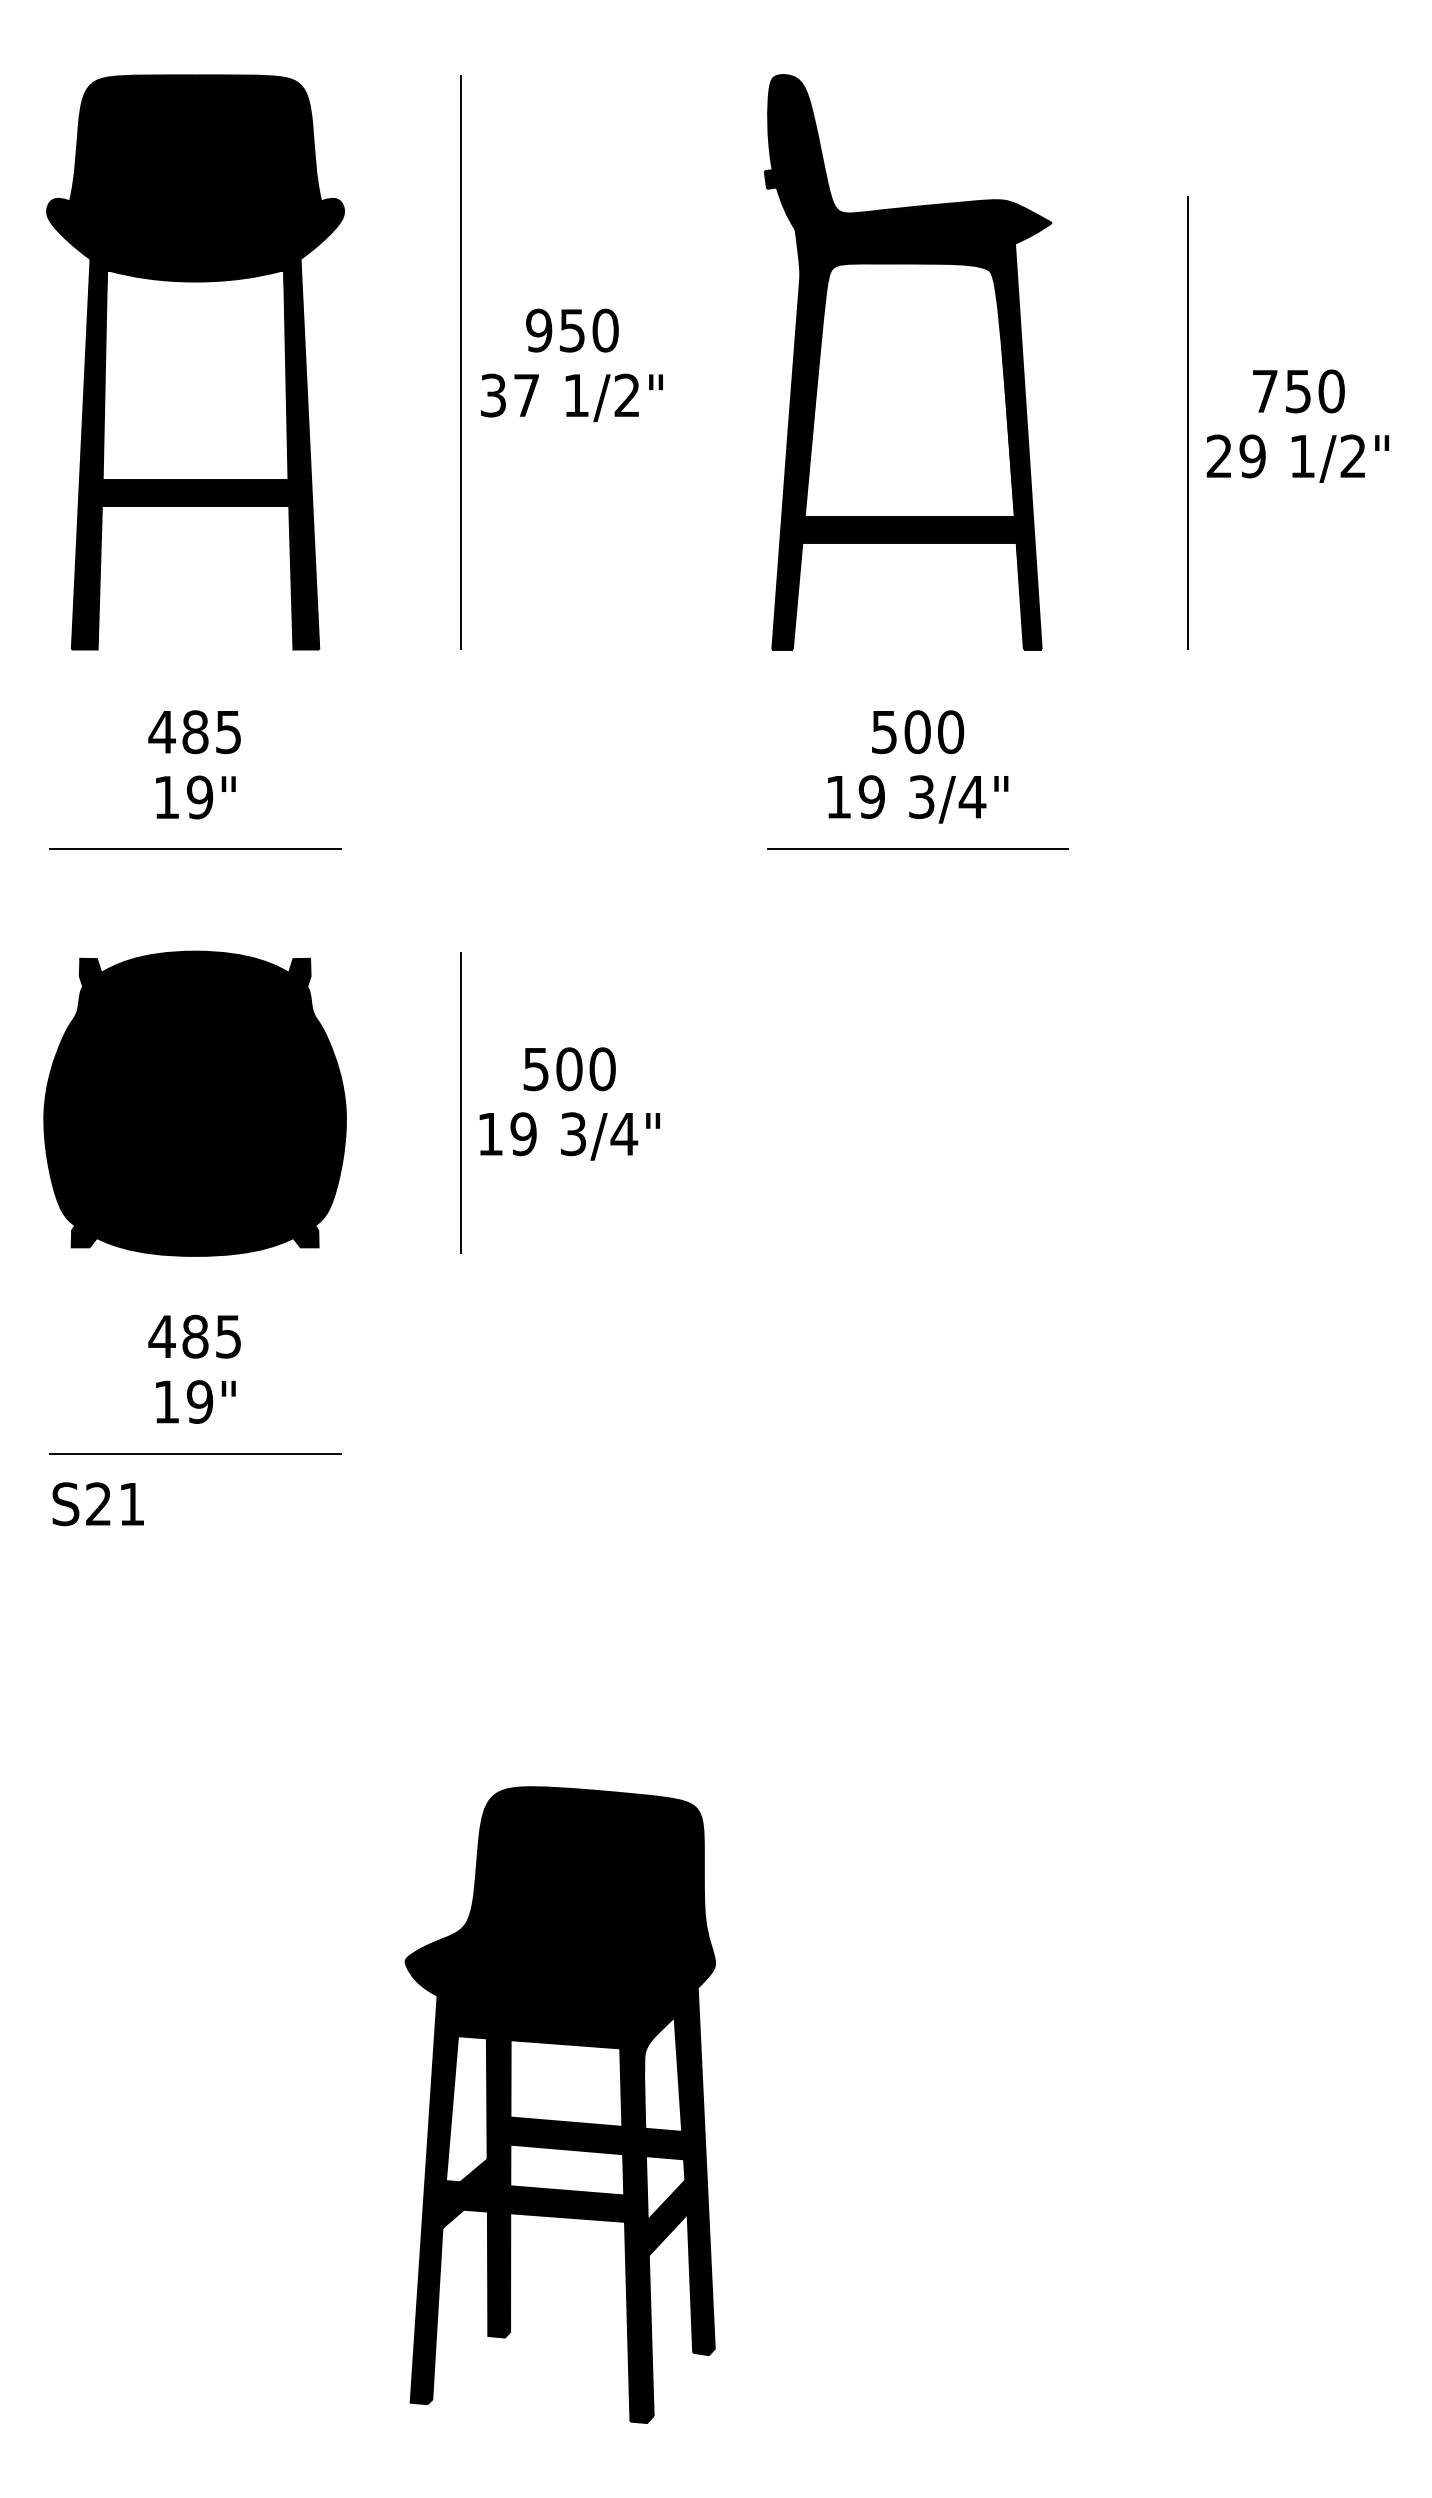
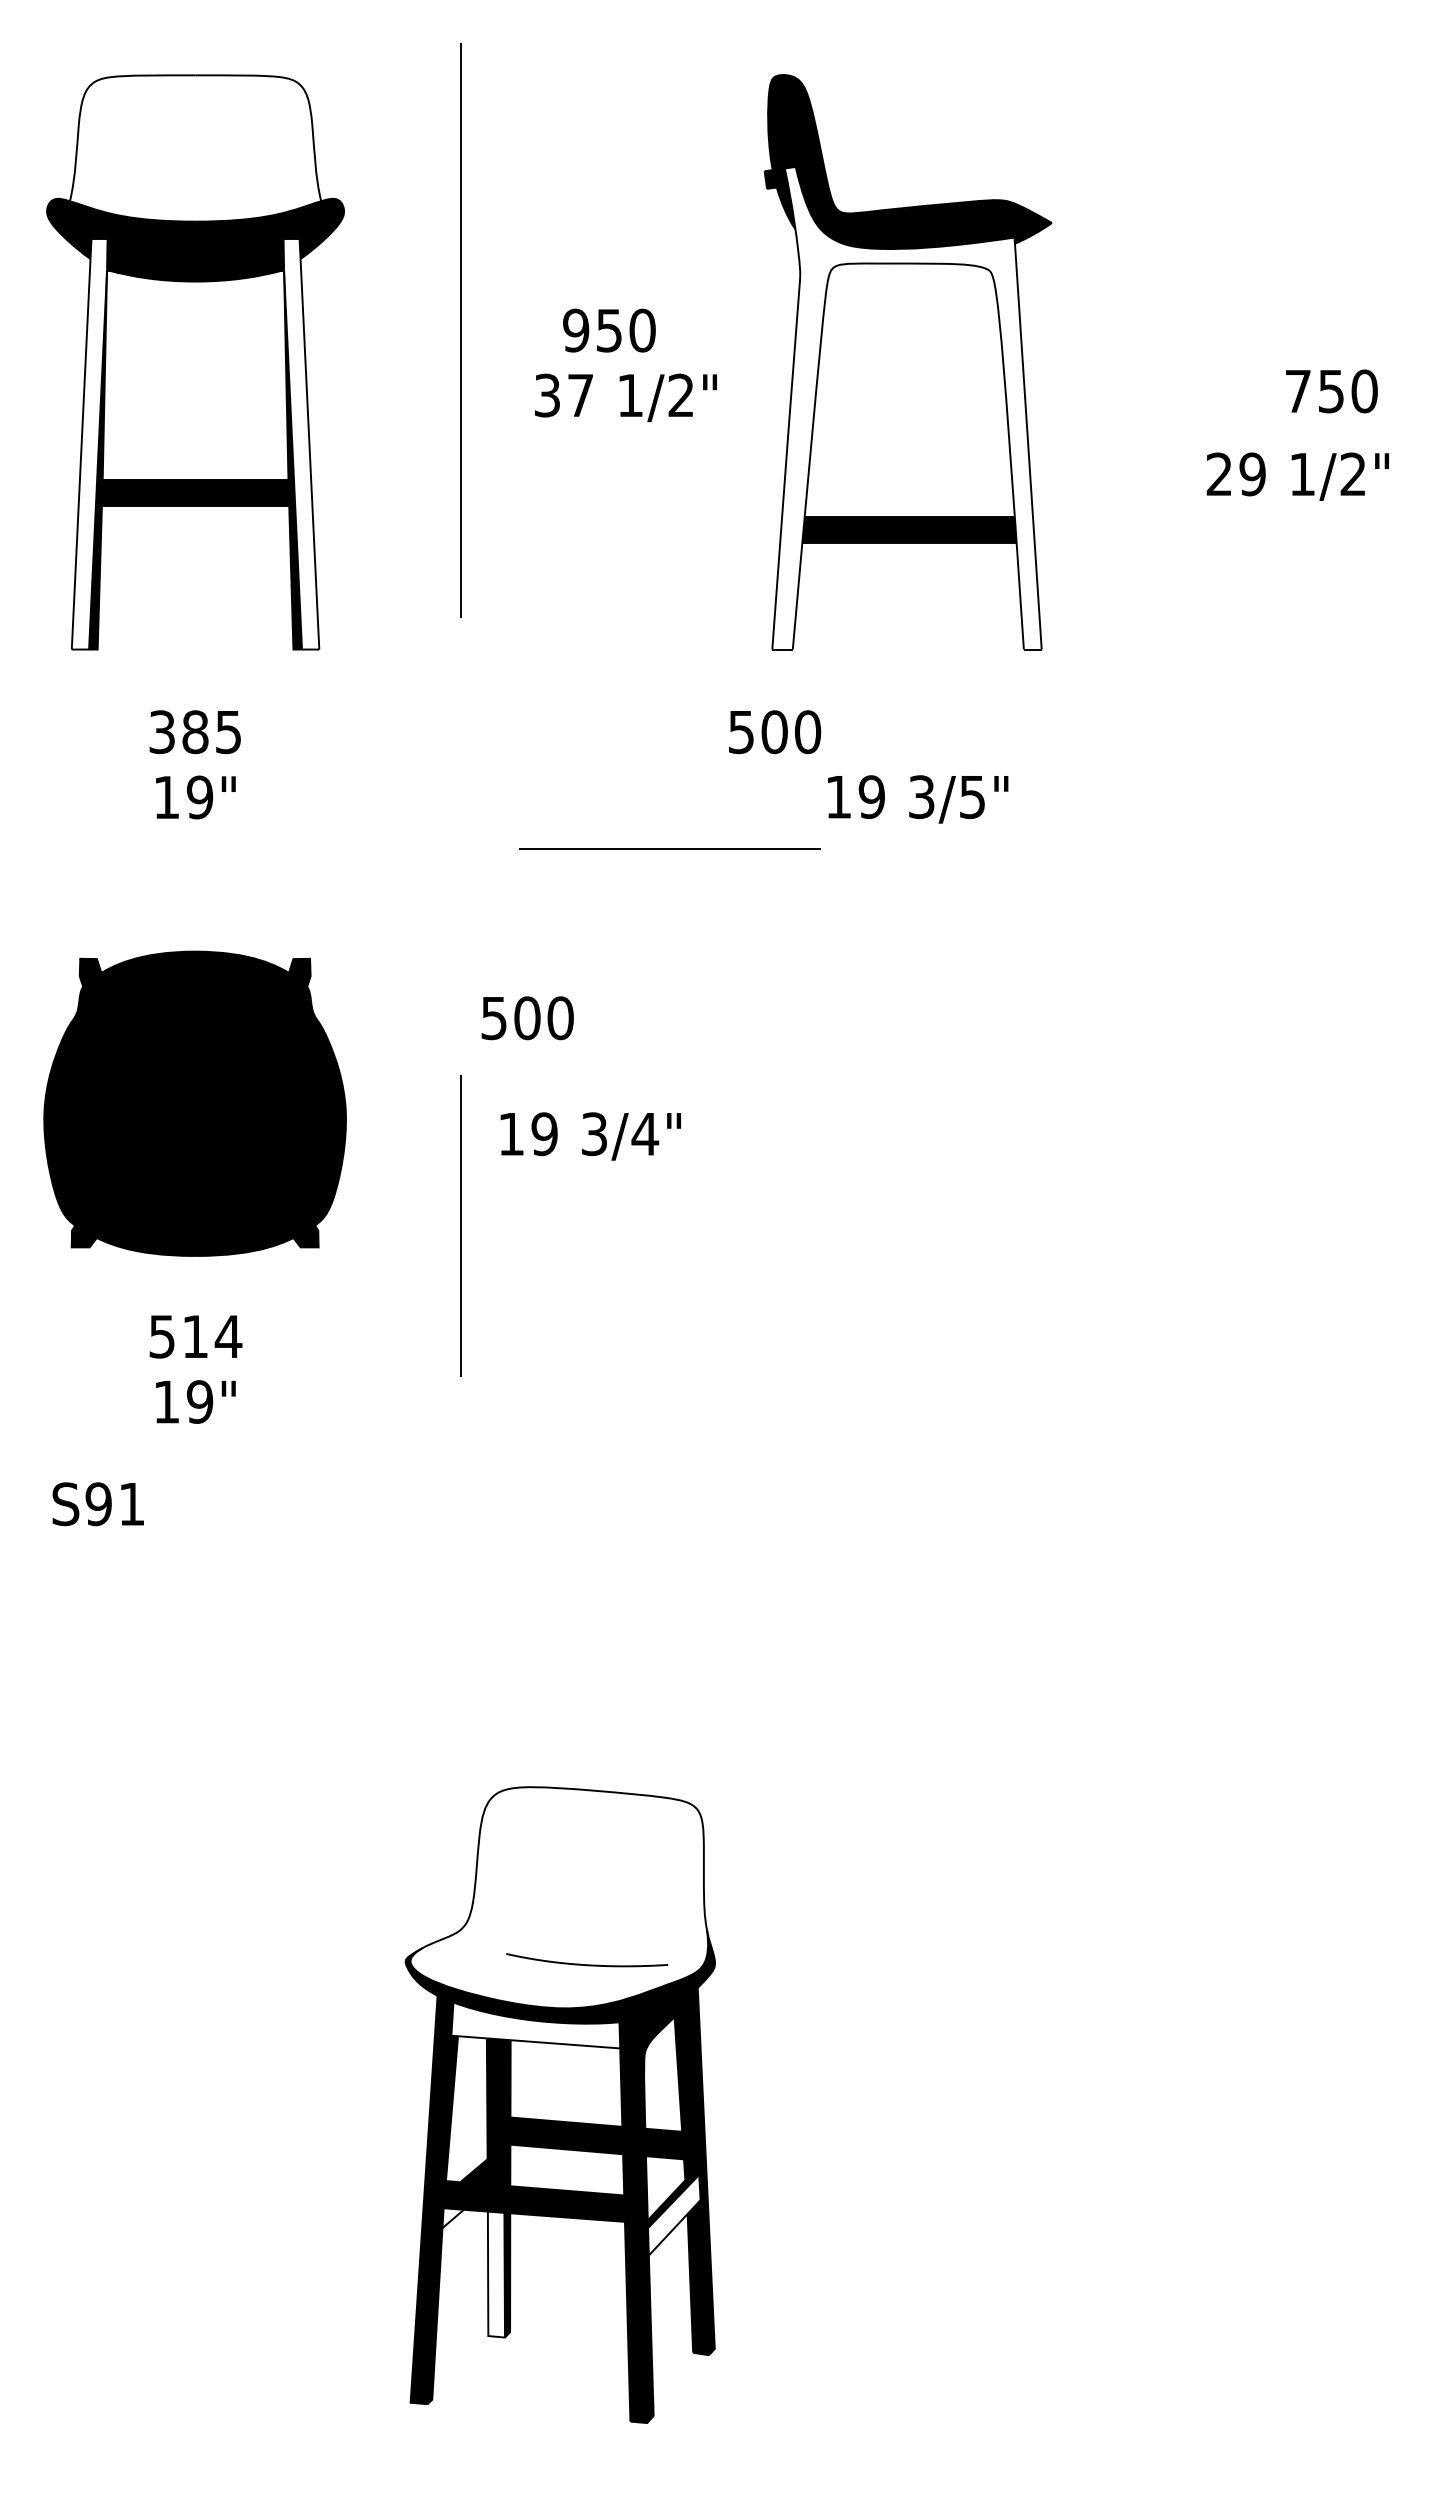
fill at (195, 148): present -> none
text at (572, 330) position: (572, 330) -> (609, 330)
line at (460, 362) position: (460, 362) -> (460, 330)
text at (1298, 391) position: (1298, 391) -> (1331, 391)
text at (571, 397) position: (571, 397) -> (625, 397)
fill at (906, 407): present -> none
line at (1187, 422): present -> none
fill at (89, 443): present -> none
fill at (301, 443): present -> none
text at (1297, 458) position: (1297, 458) -> (1297, 476)
text at (161, 732): 485 -> 385
text at (918, 732) position: (918, 732) -> (775, 732)
text at (972, 797): 3/4" -> 3/5"
line at (195, 848): present -> none
line at (917, 848) position: (917, 848) -> (669, 848)
text at (569, 1069) position: (569, 1069) -> (527, 1018)
line at (460, 1102) position: (460, 1102) -> (460, 1225)
text at (569, 1136) position: (569, 1136) -> (590, 1136)
text at (195, 1336): 485 -> 514
line at (195, 1453): present -> none
text at (98, 1504): S21 -> S91
fill at (559, 1897): present -> none
fill at (535, 2025): present -> none
fill at (673, 2214): present -> none
fill at (452, 2218): present -> none
fill at (496, 2274): present -> none
